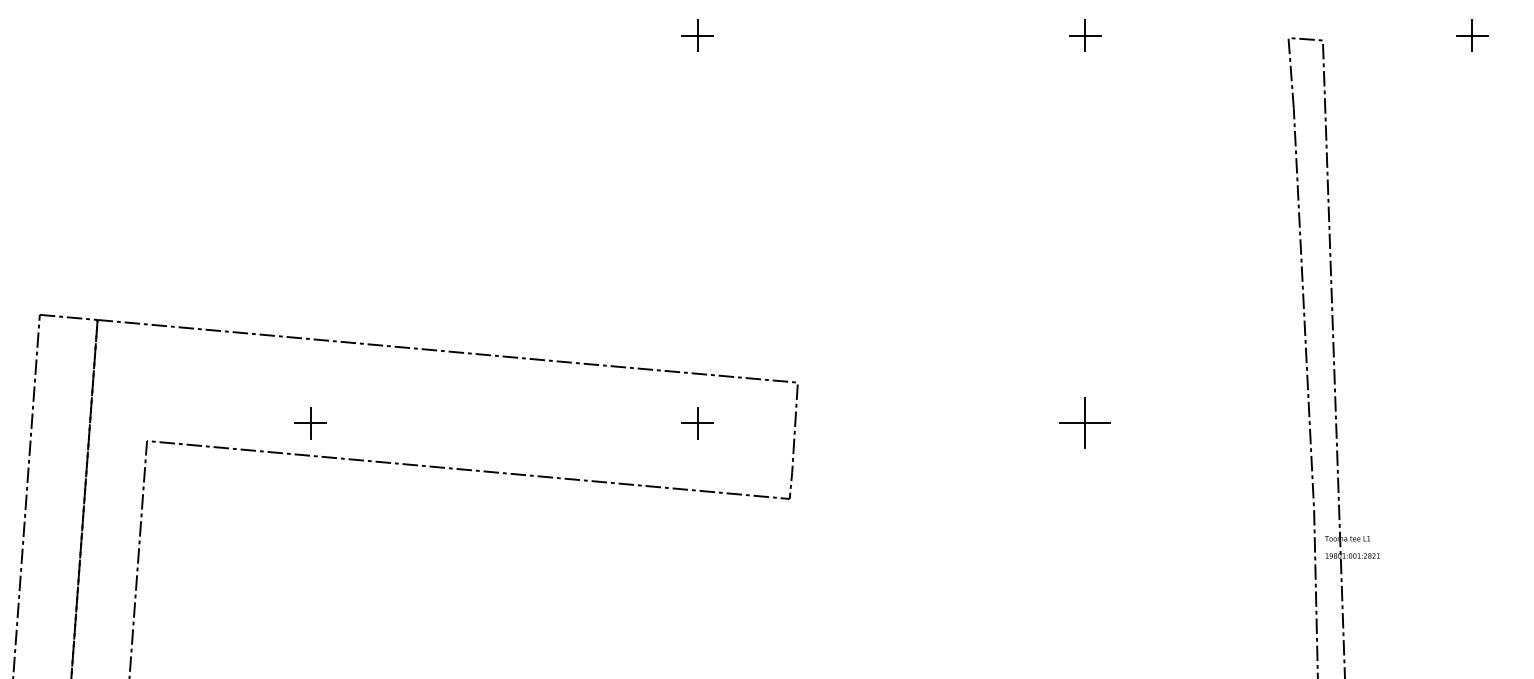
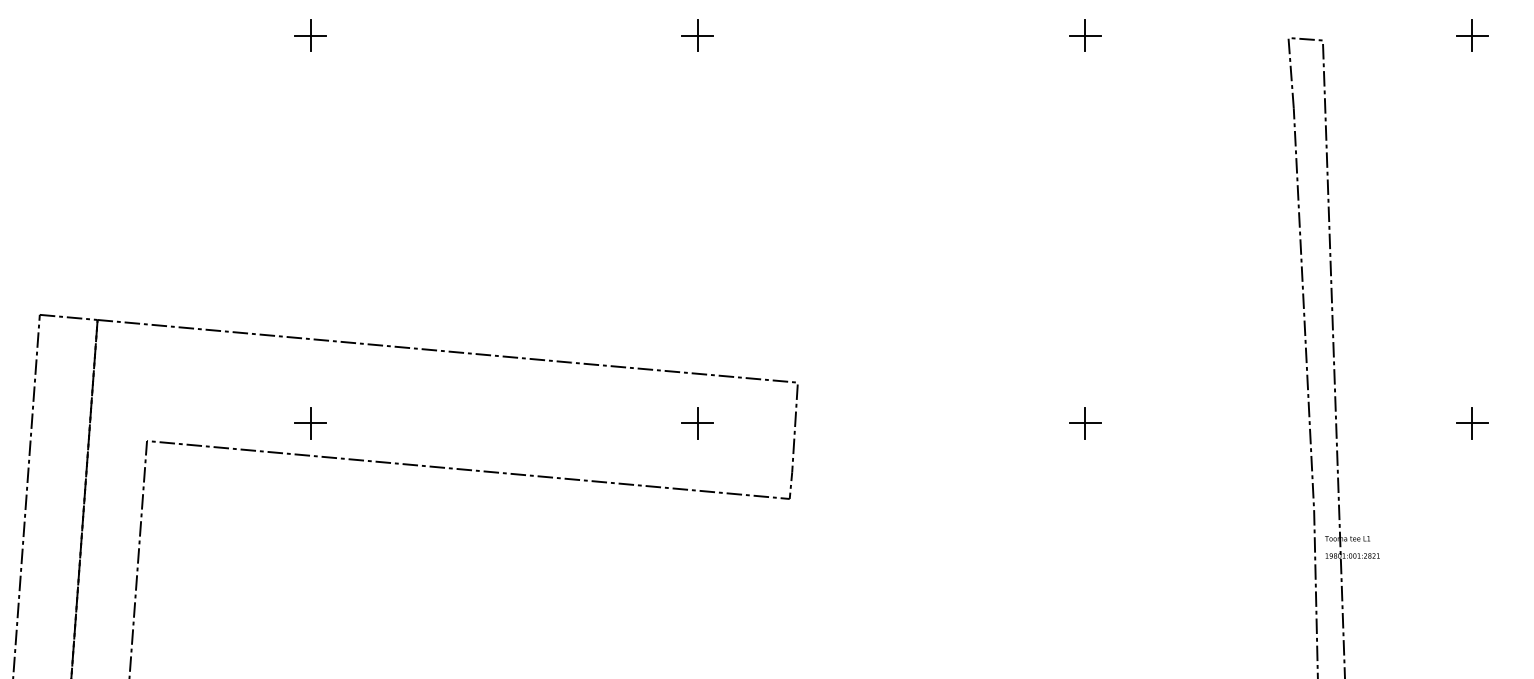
part at (310, 35): none -> present
part at (1084, 422) size: 52x52 px -> 33x33 px
part at (1472, 423): none -> present
